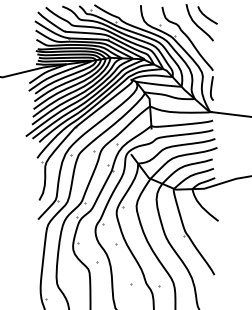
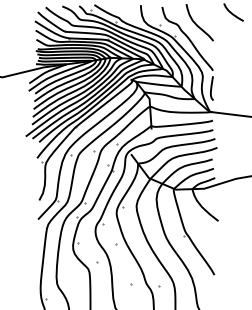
curve at (206, 15) position: (206, 15) -> (232, 12)
